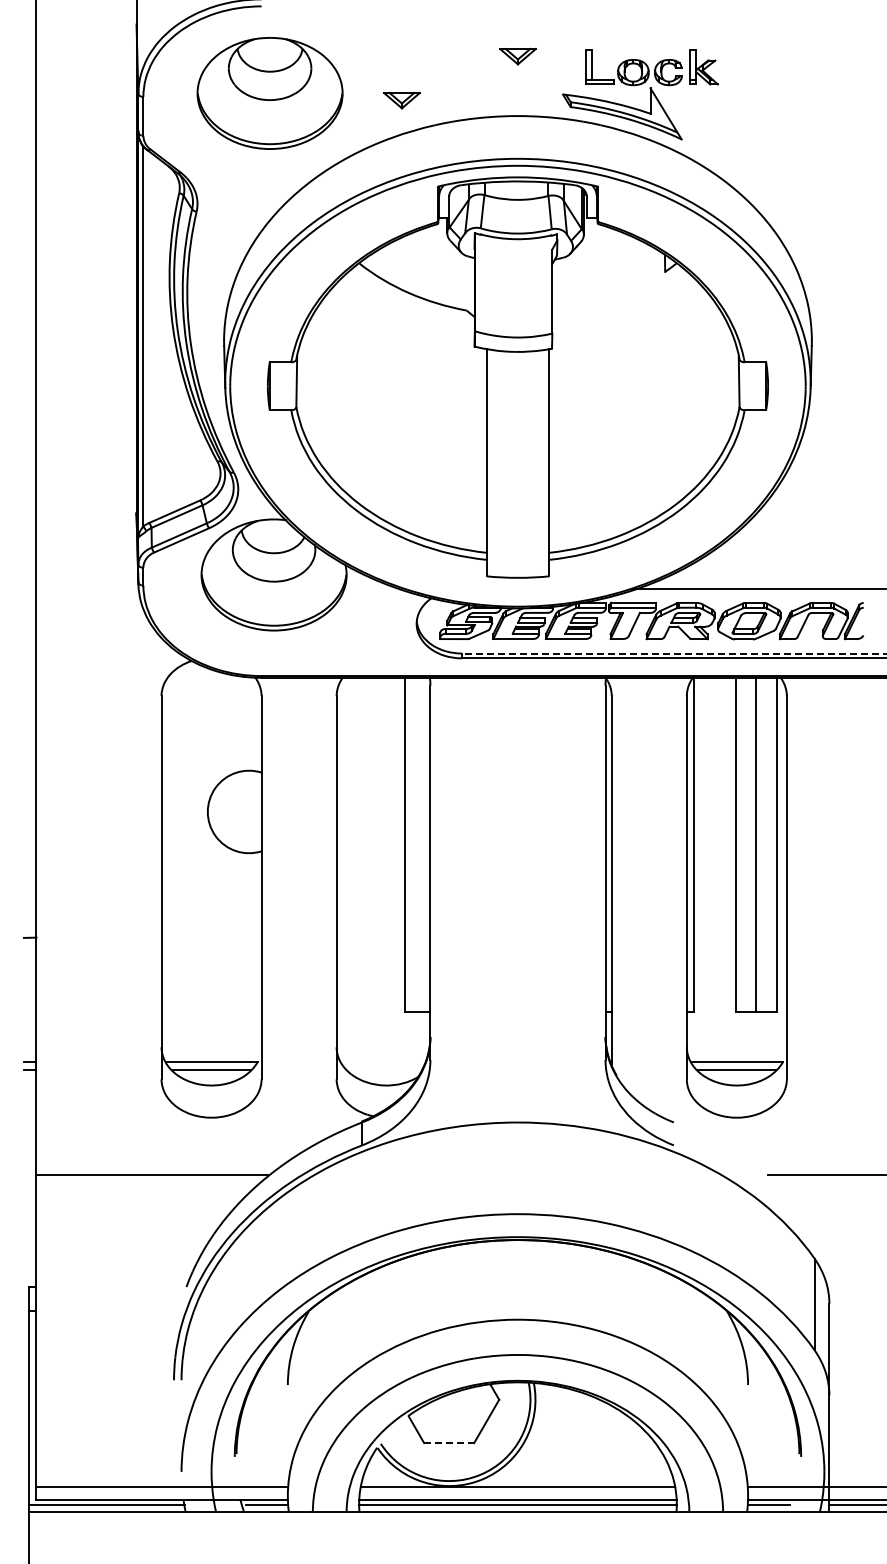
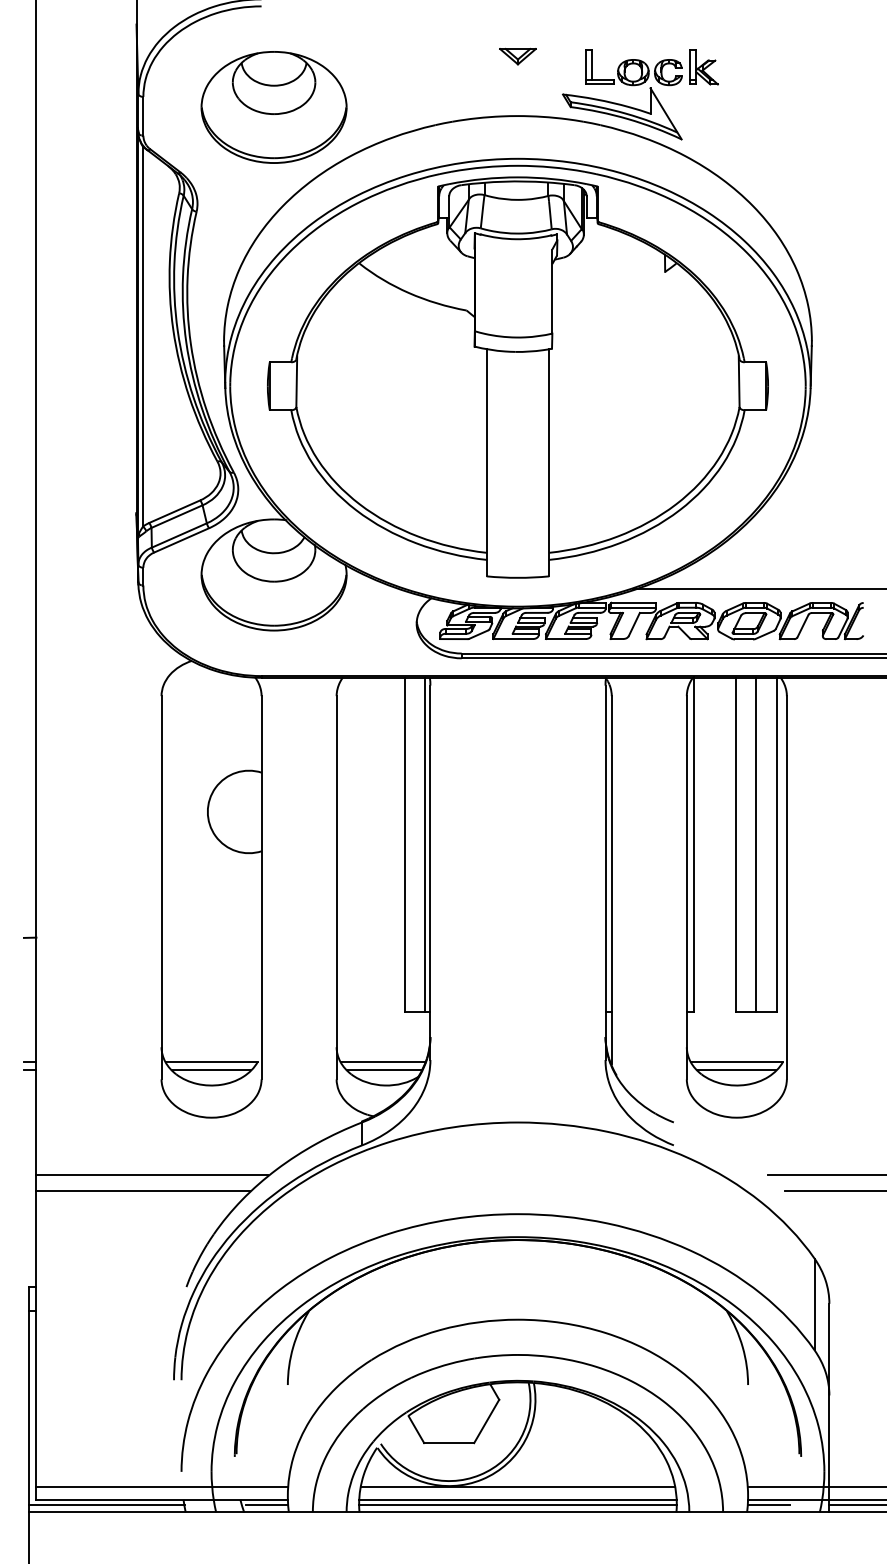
part at (269, 93) position: (269, 93) -> (273, 107)
part at (401, 100): present -> none
line at (674, 653): dashed -> solid
line at (425, 844): none -> present
line at (382, 1062): none -> present
line at (384, 1069): none -> present
line at (143, 1191): none -> present
line at (834, 1191): none -> present
line at (449, 1443): dashed -> solid
